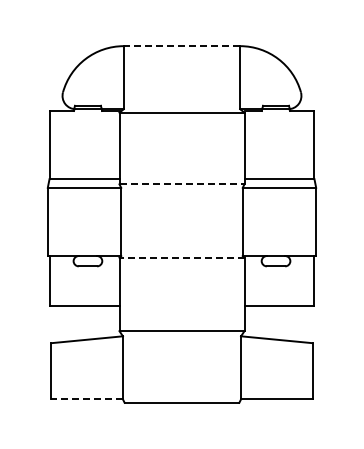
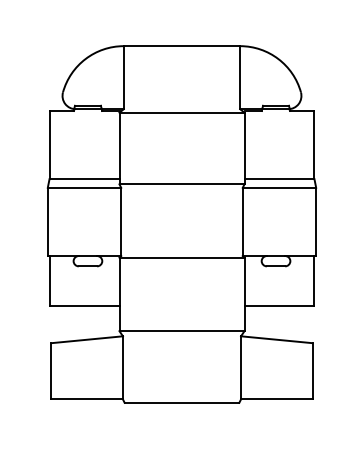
line at (181, 46): dashed -> solid
line at (182, 184): dashed -> solid
line at (182, 257): dashed -> solid
line at (87, 399): dashed -> solid
